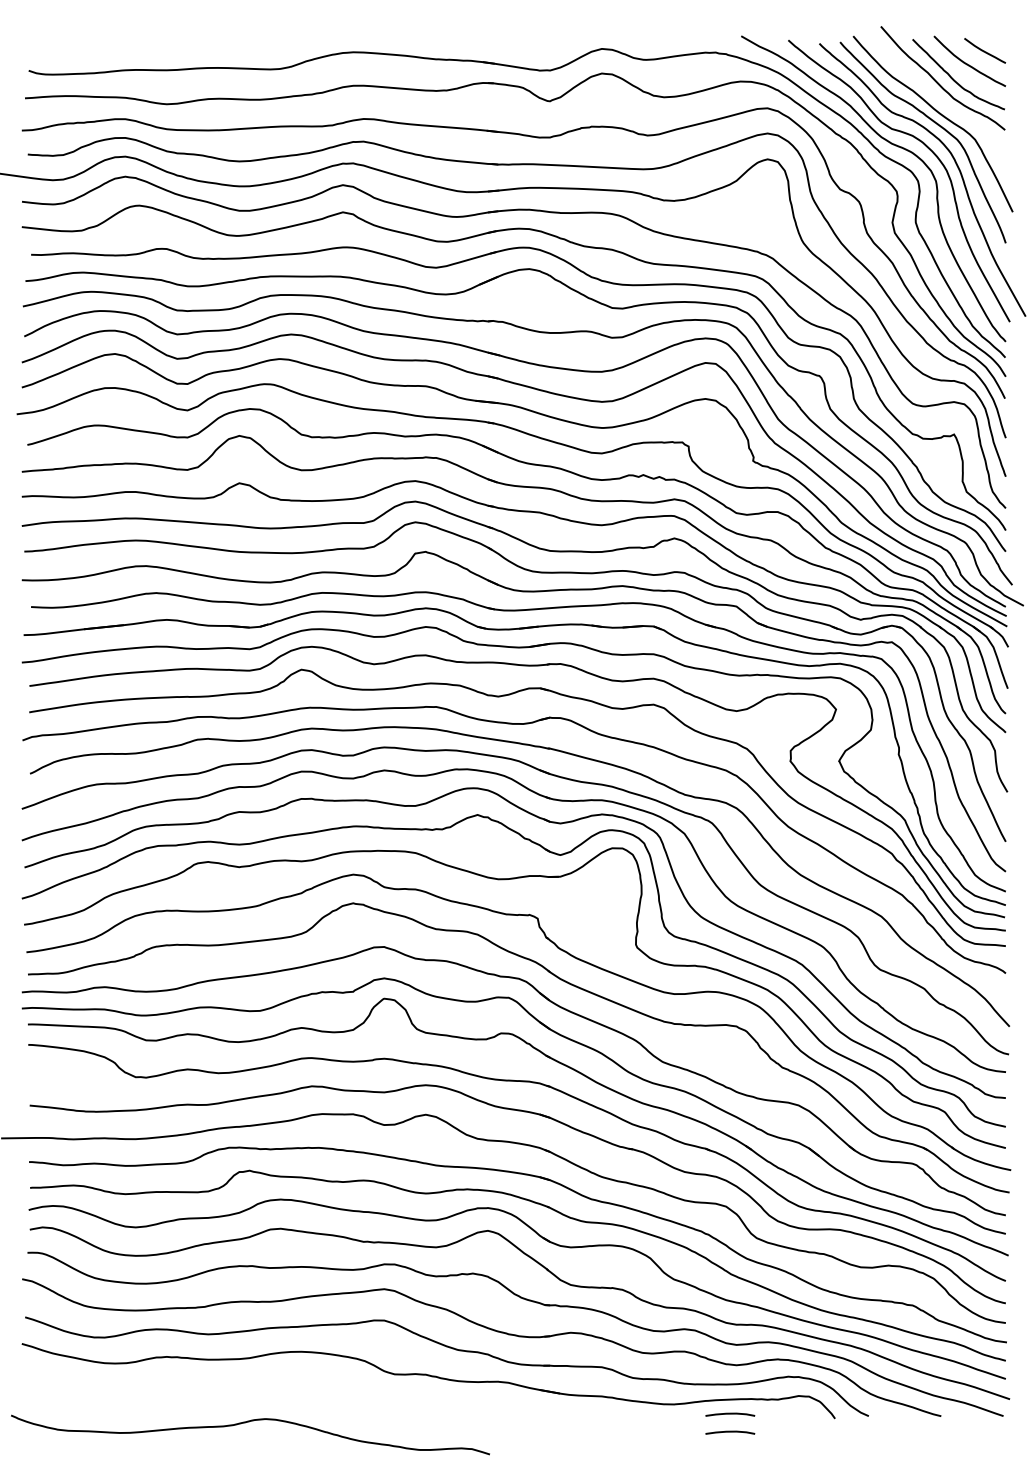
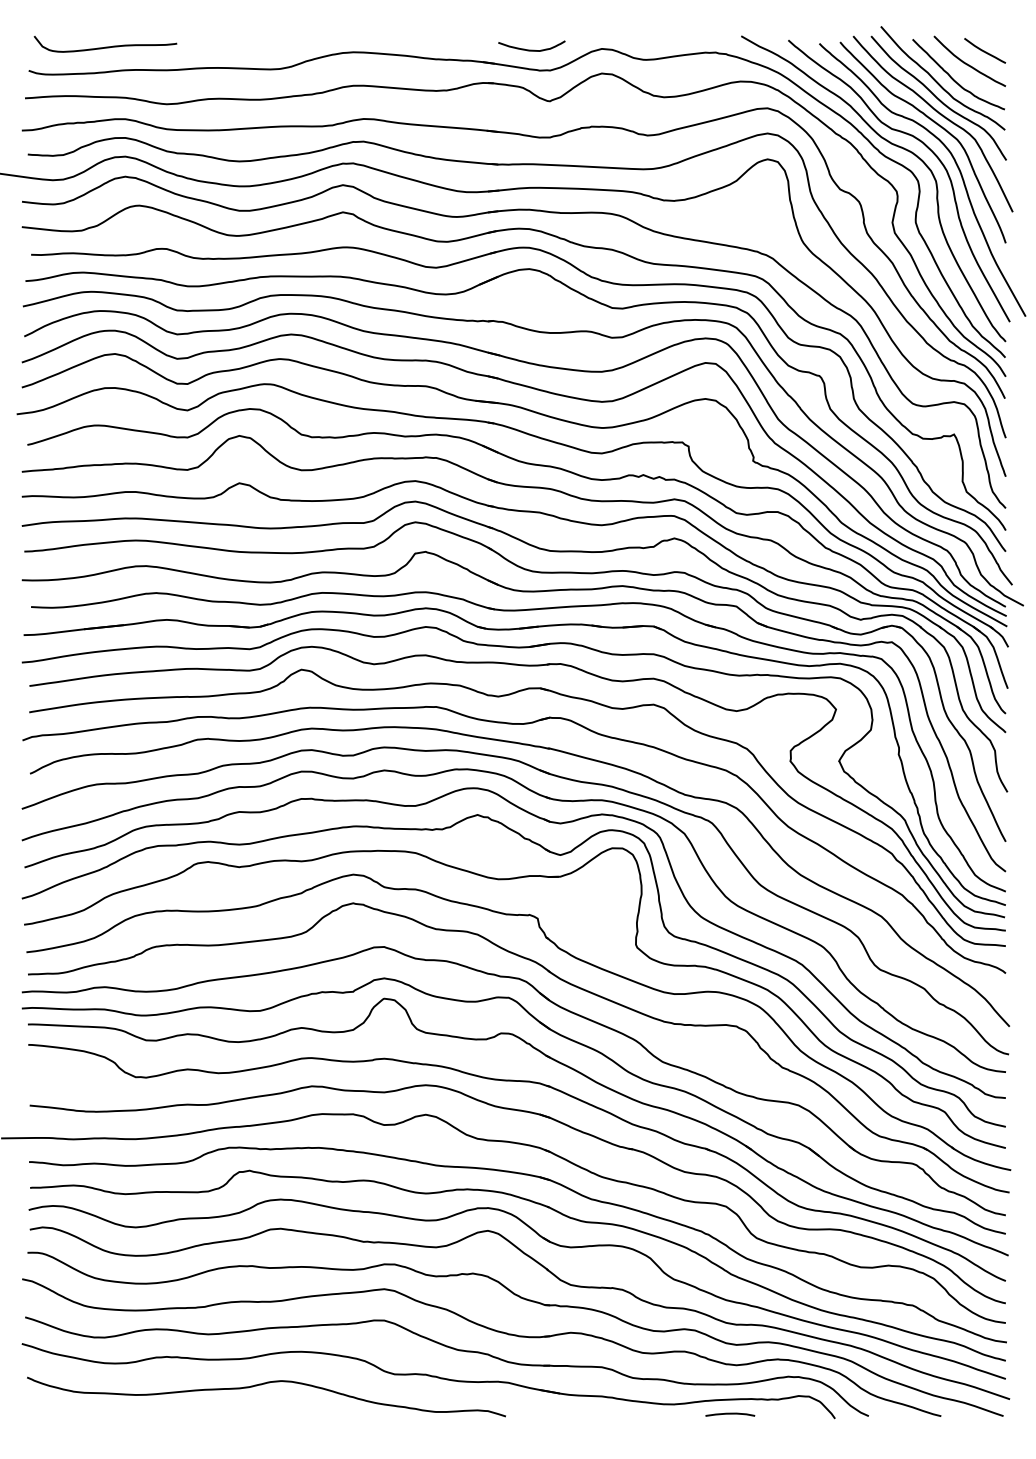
curve at (105, 46): none -> present
curve at (531, 49): none -> present
curve at (937, 97): none -> present
curve at (249, 1422) position: (249, 1422) -> (265, 1384)
curve at (730, 1432): present -> none
